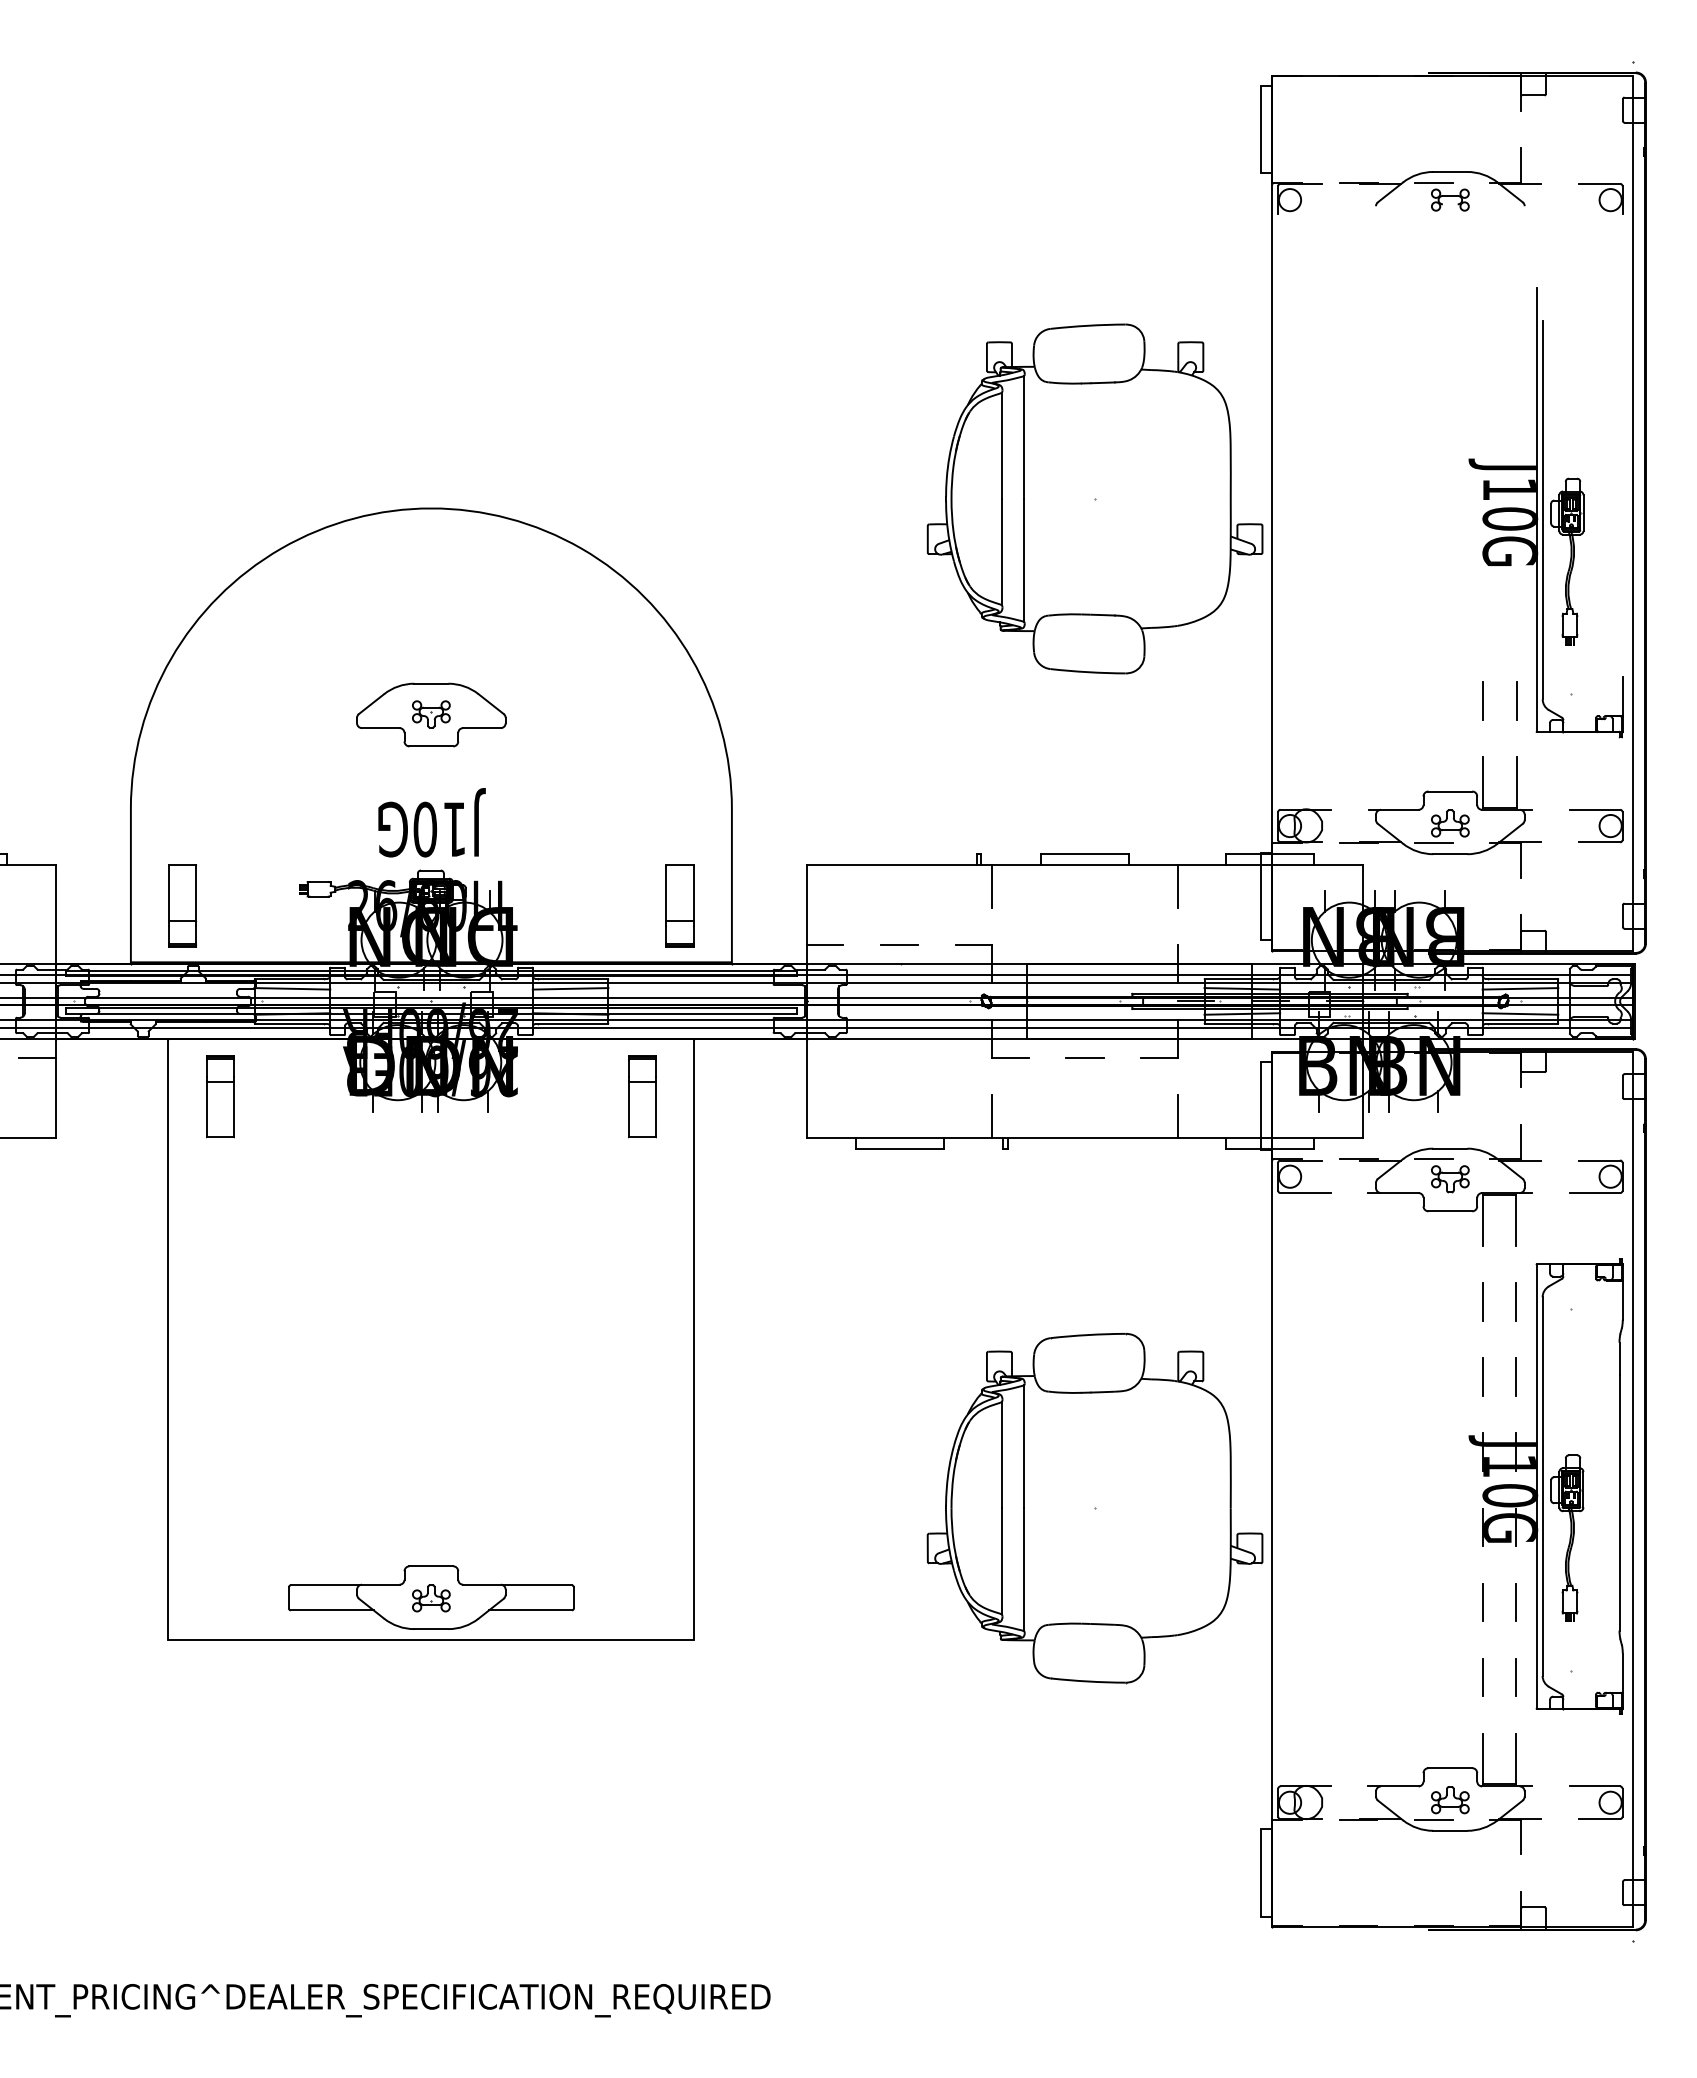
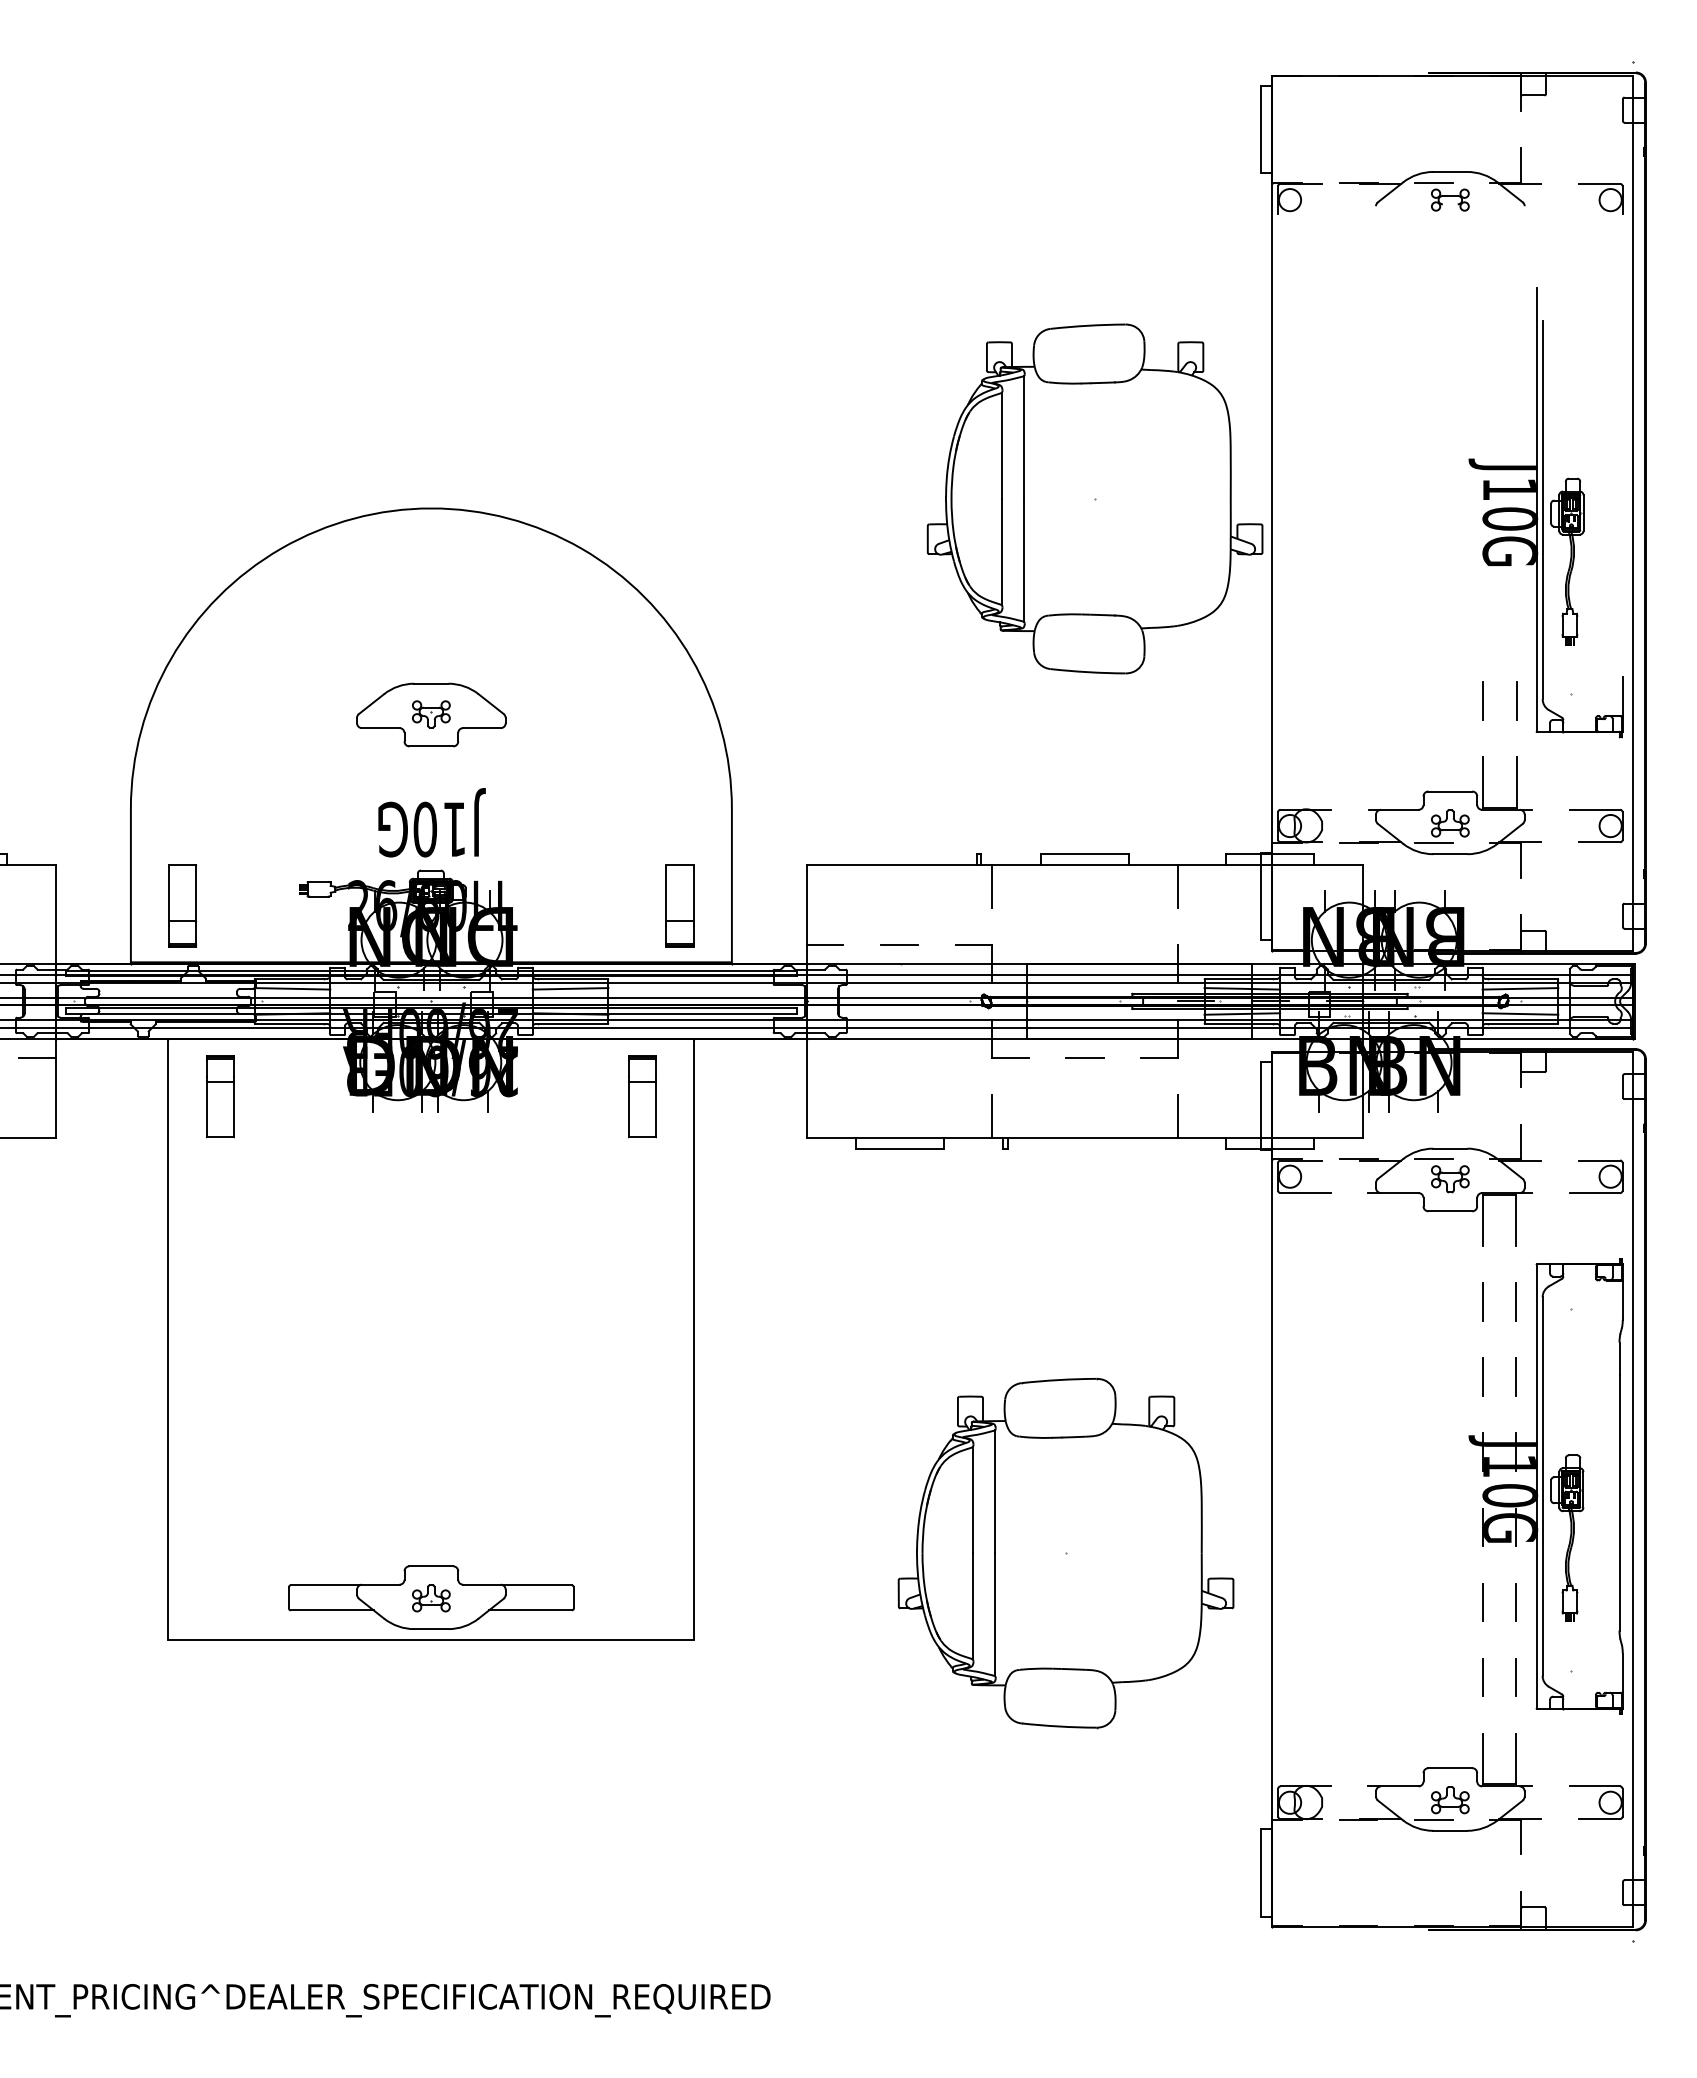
part at (1094, 1508) position: (1094, 1508) -> (1065, 1553)
